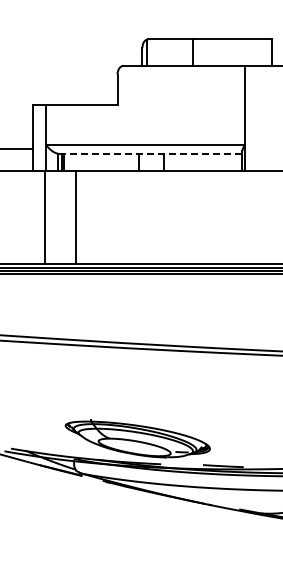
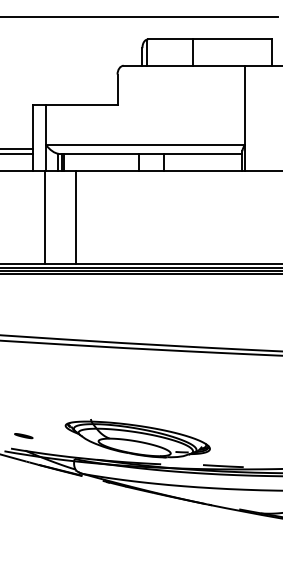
line at (140, 17): none -> present
line at (17, 153): none -> present
line at (150, 153): dashed -> solid
part at (23, 436): none -> present
